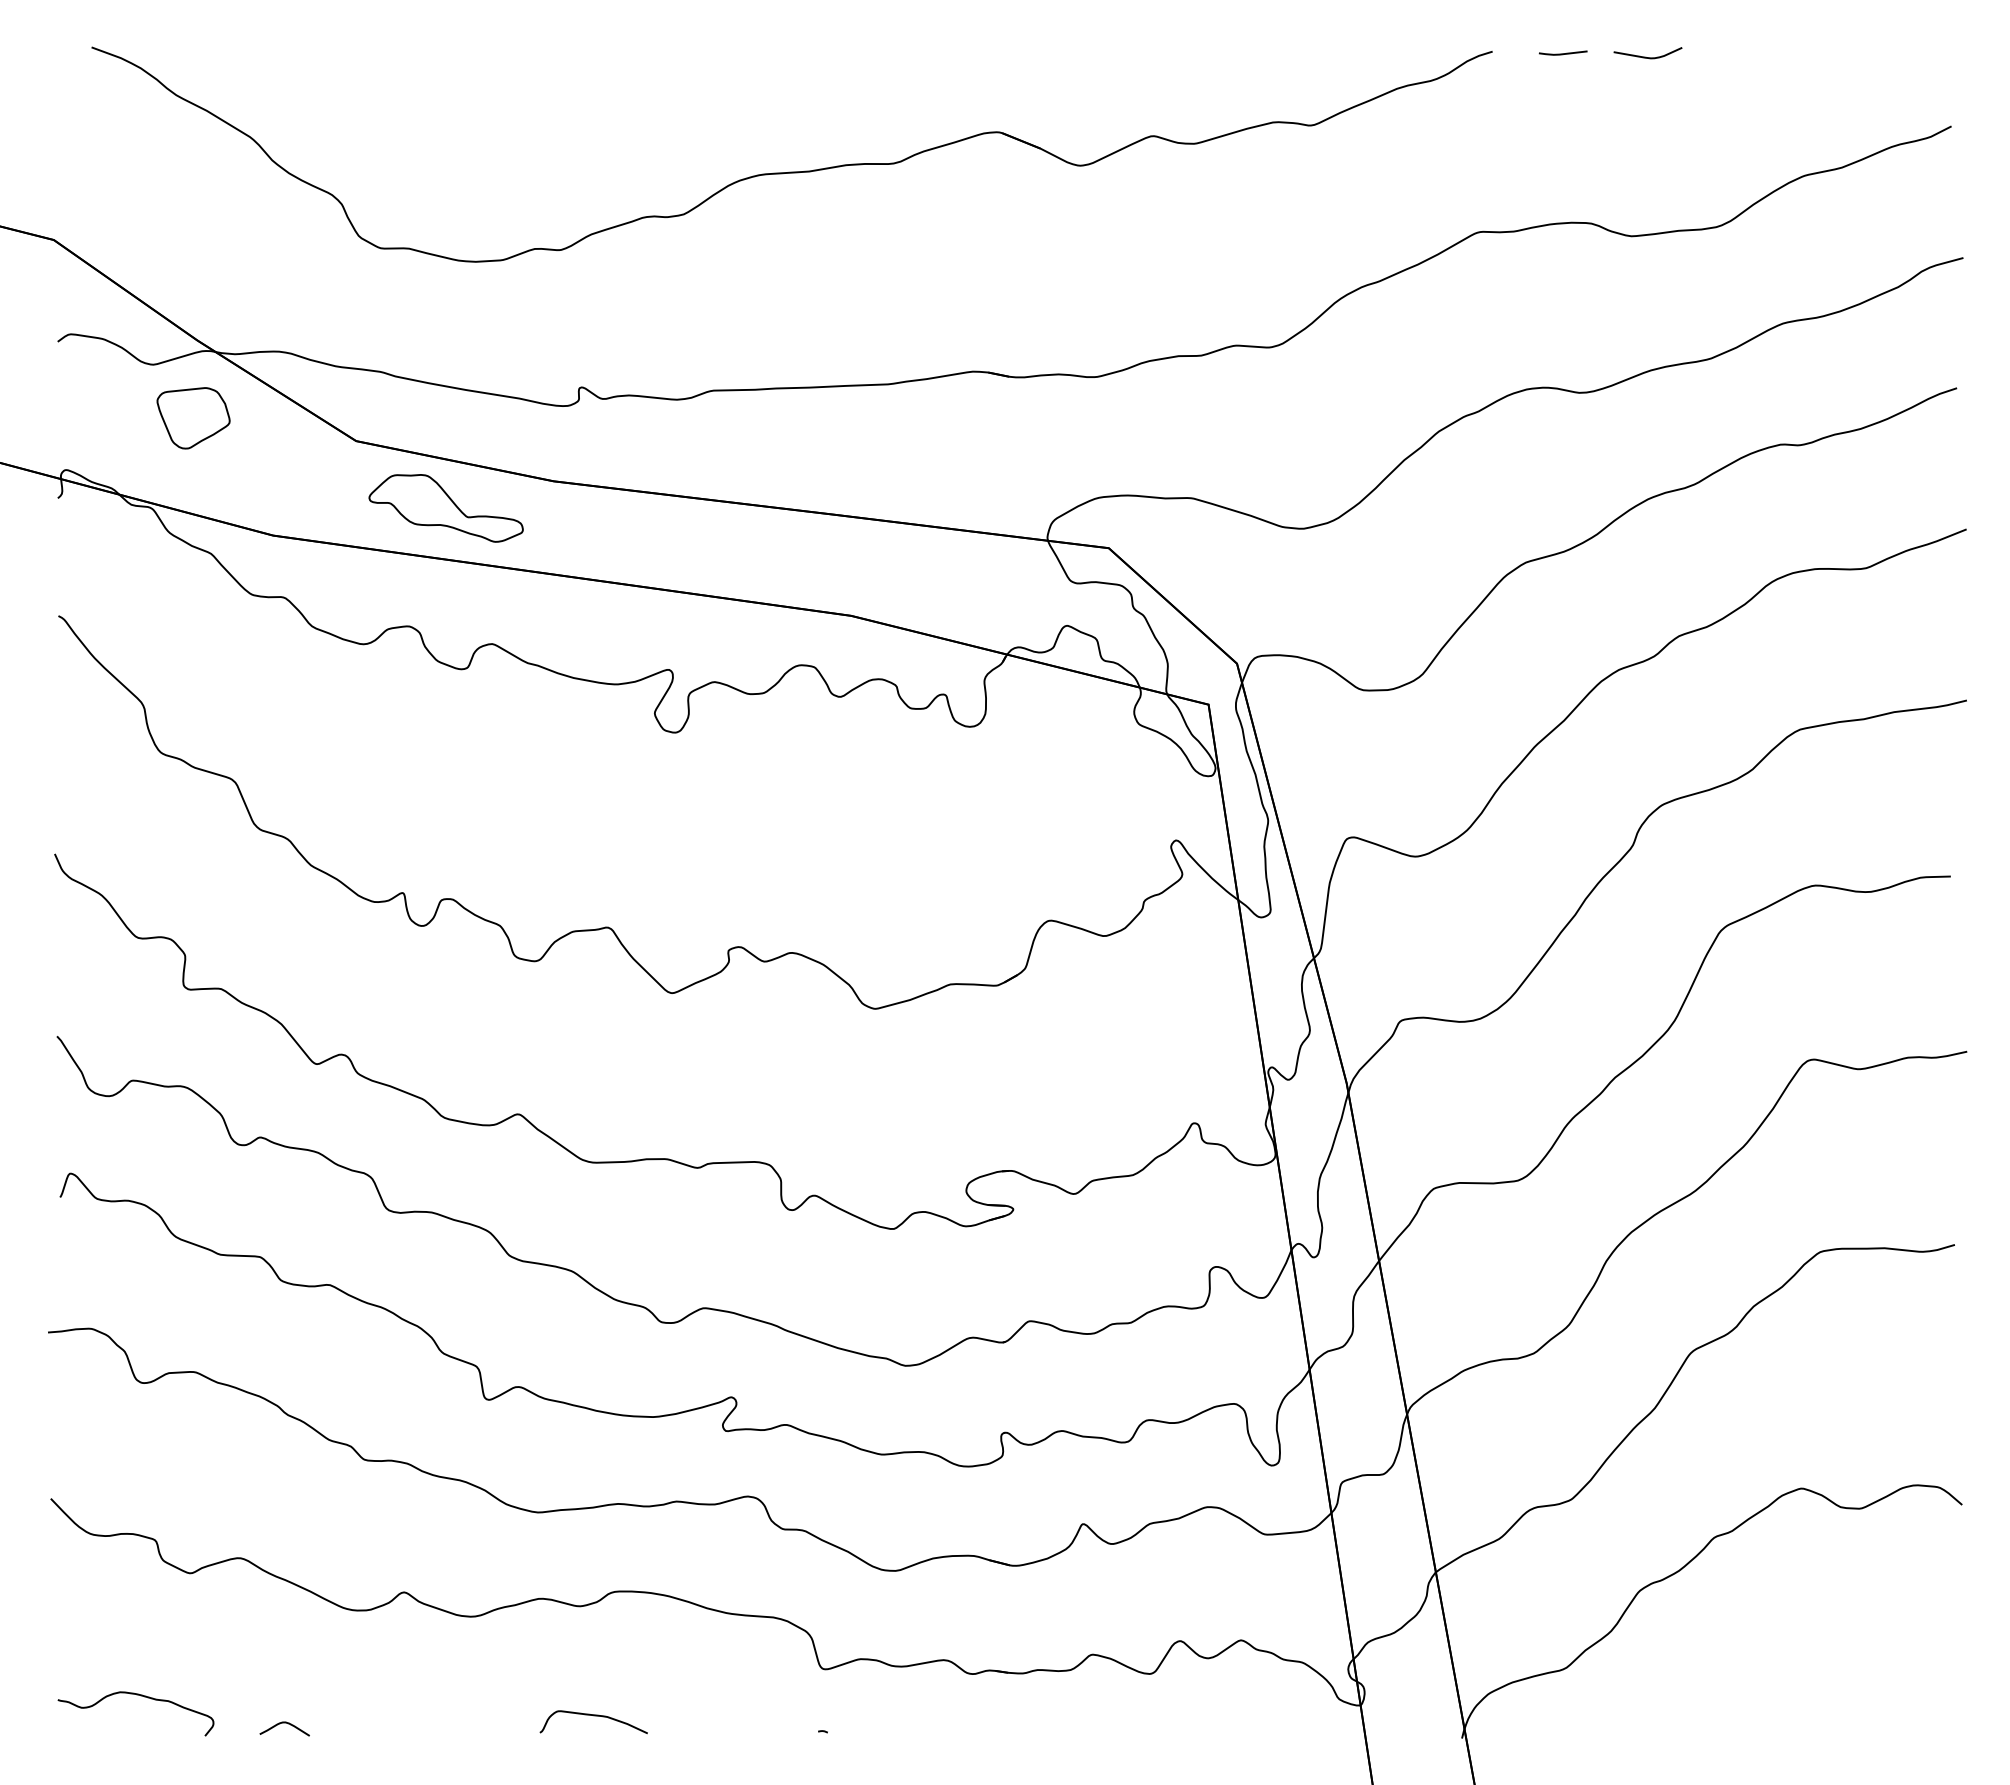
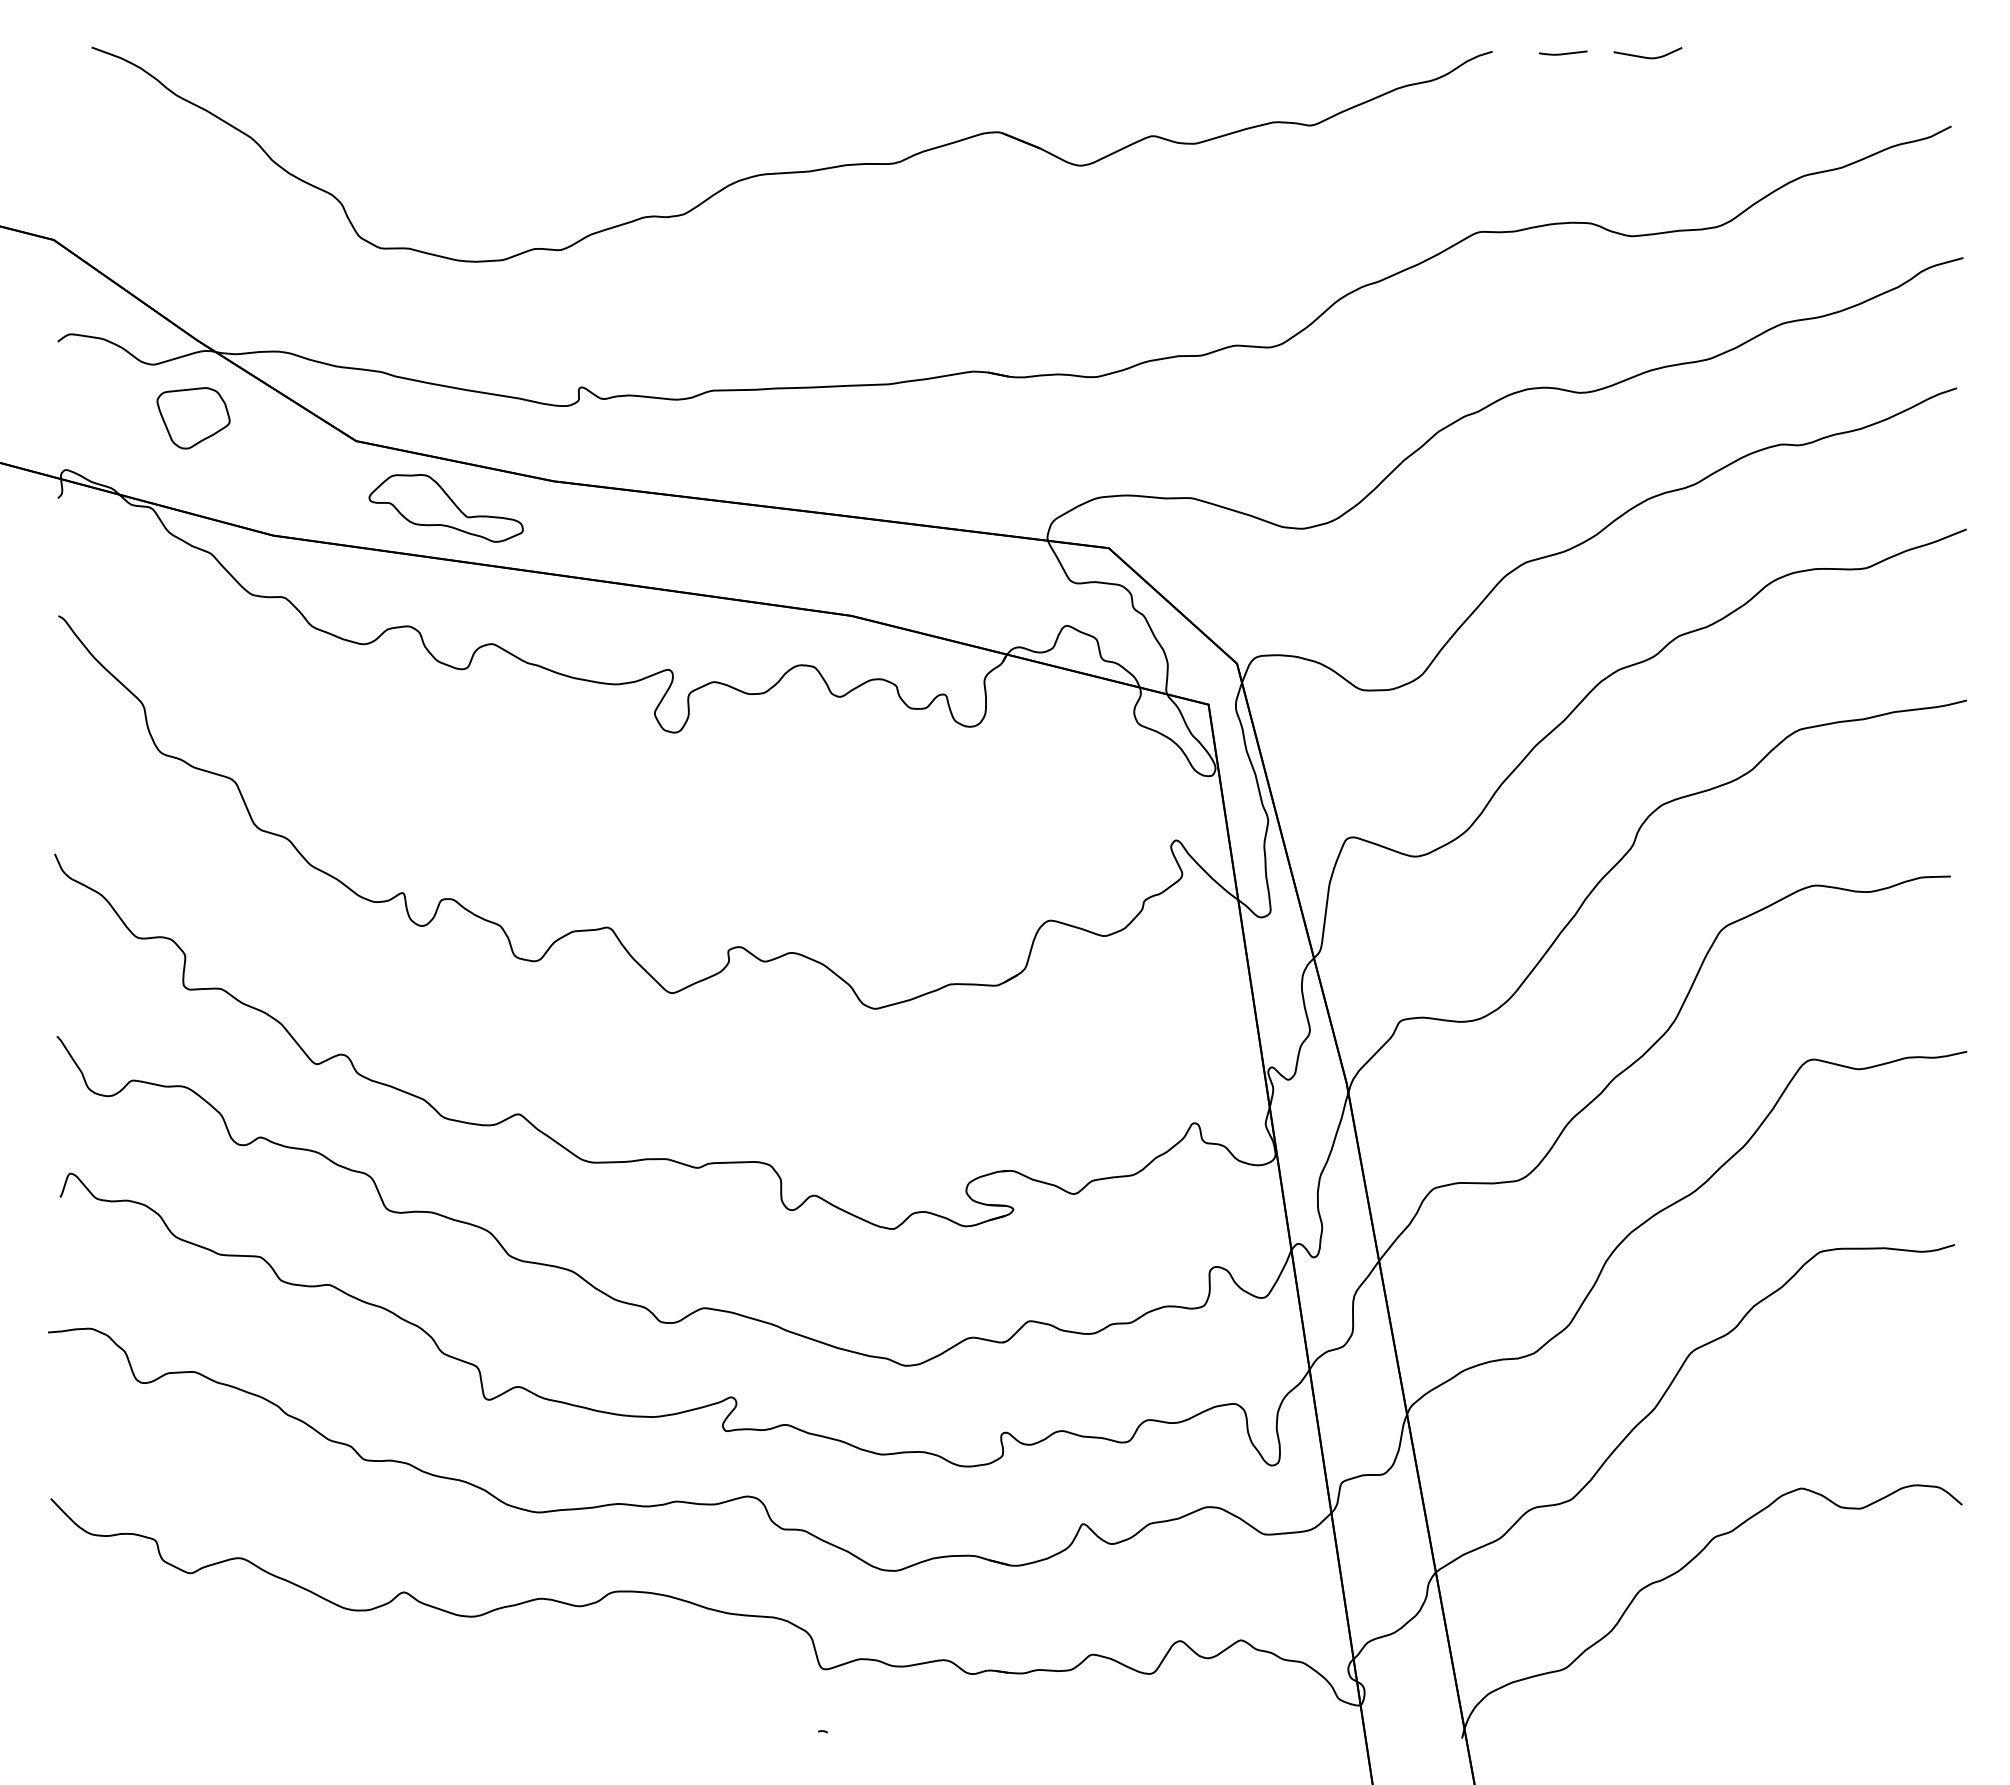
curve at (140, 1696): present -> none
curve at (593, 1716): present -> none
curve at (284, 1723): present -> none
